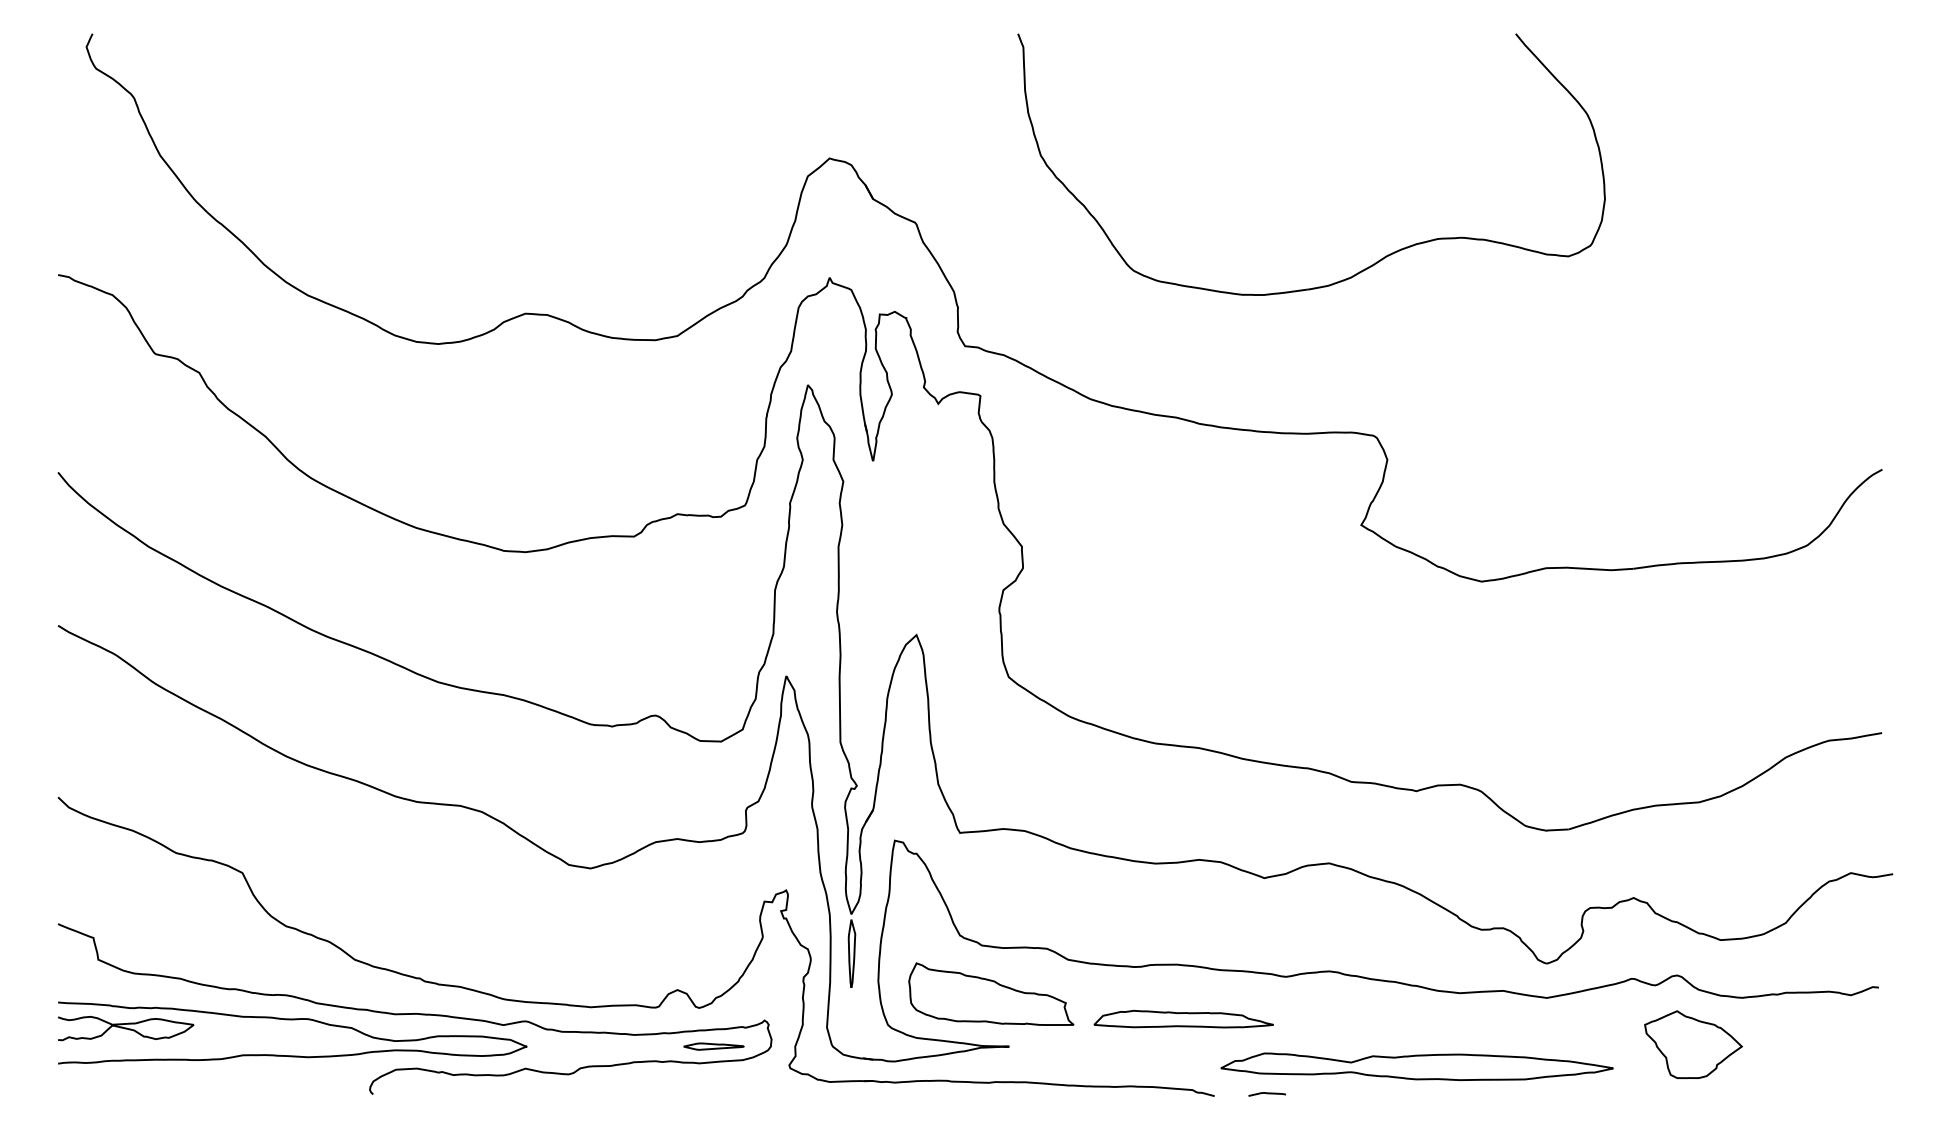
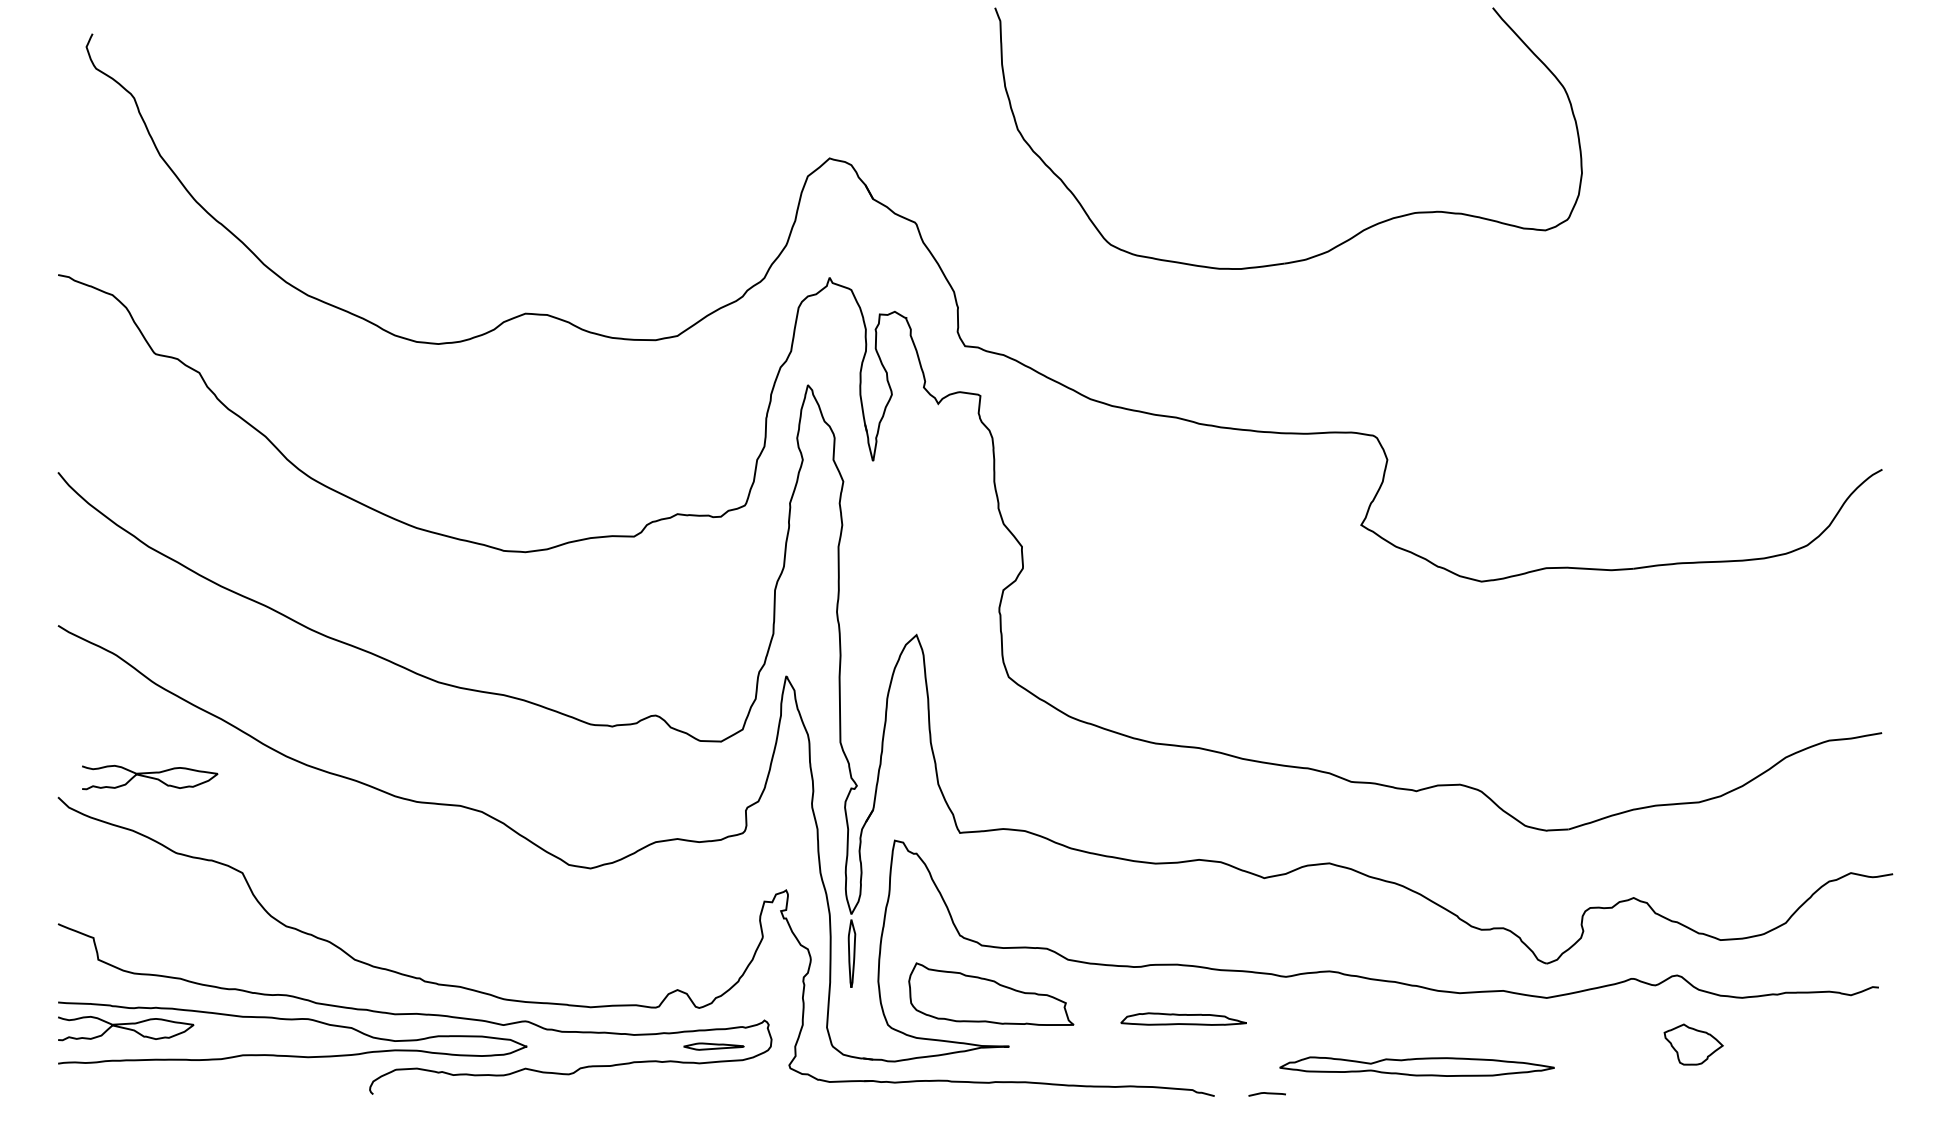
part at (1364, 268) position: (1364, 268) -> (1341, 242)
curve at (150, 777): none -> present
part at (1183, 1018) size: 181x20 px -> 127x14 px
part at (1693, 1044) size: 100x69 px -> 61x43 px
part at (1416, 1066) size: 394x29 px -> 276x21 px
